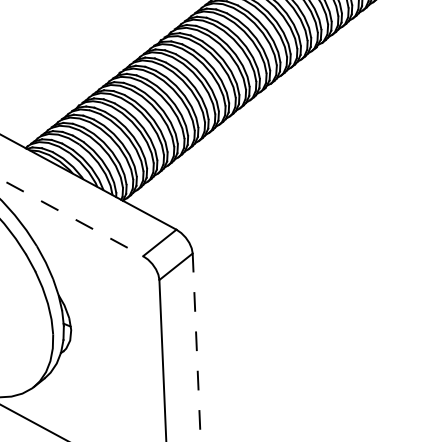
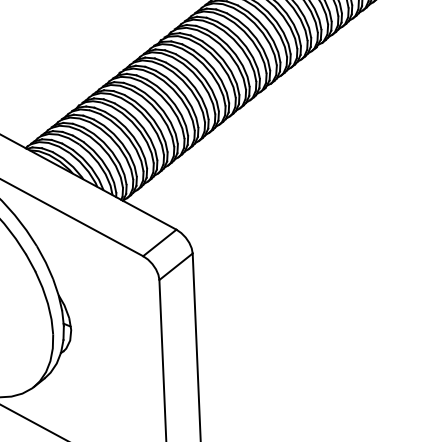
line at (71, 217): dashed -> solid
line at (196, 347): dashed -> solid
